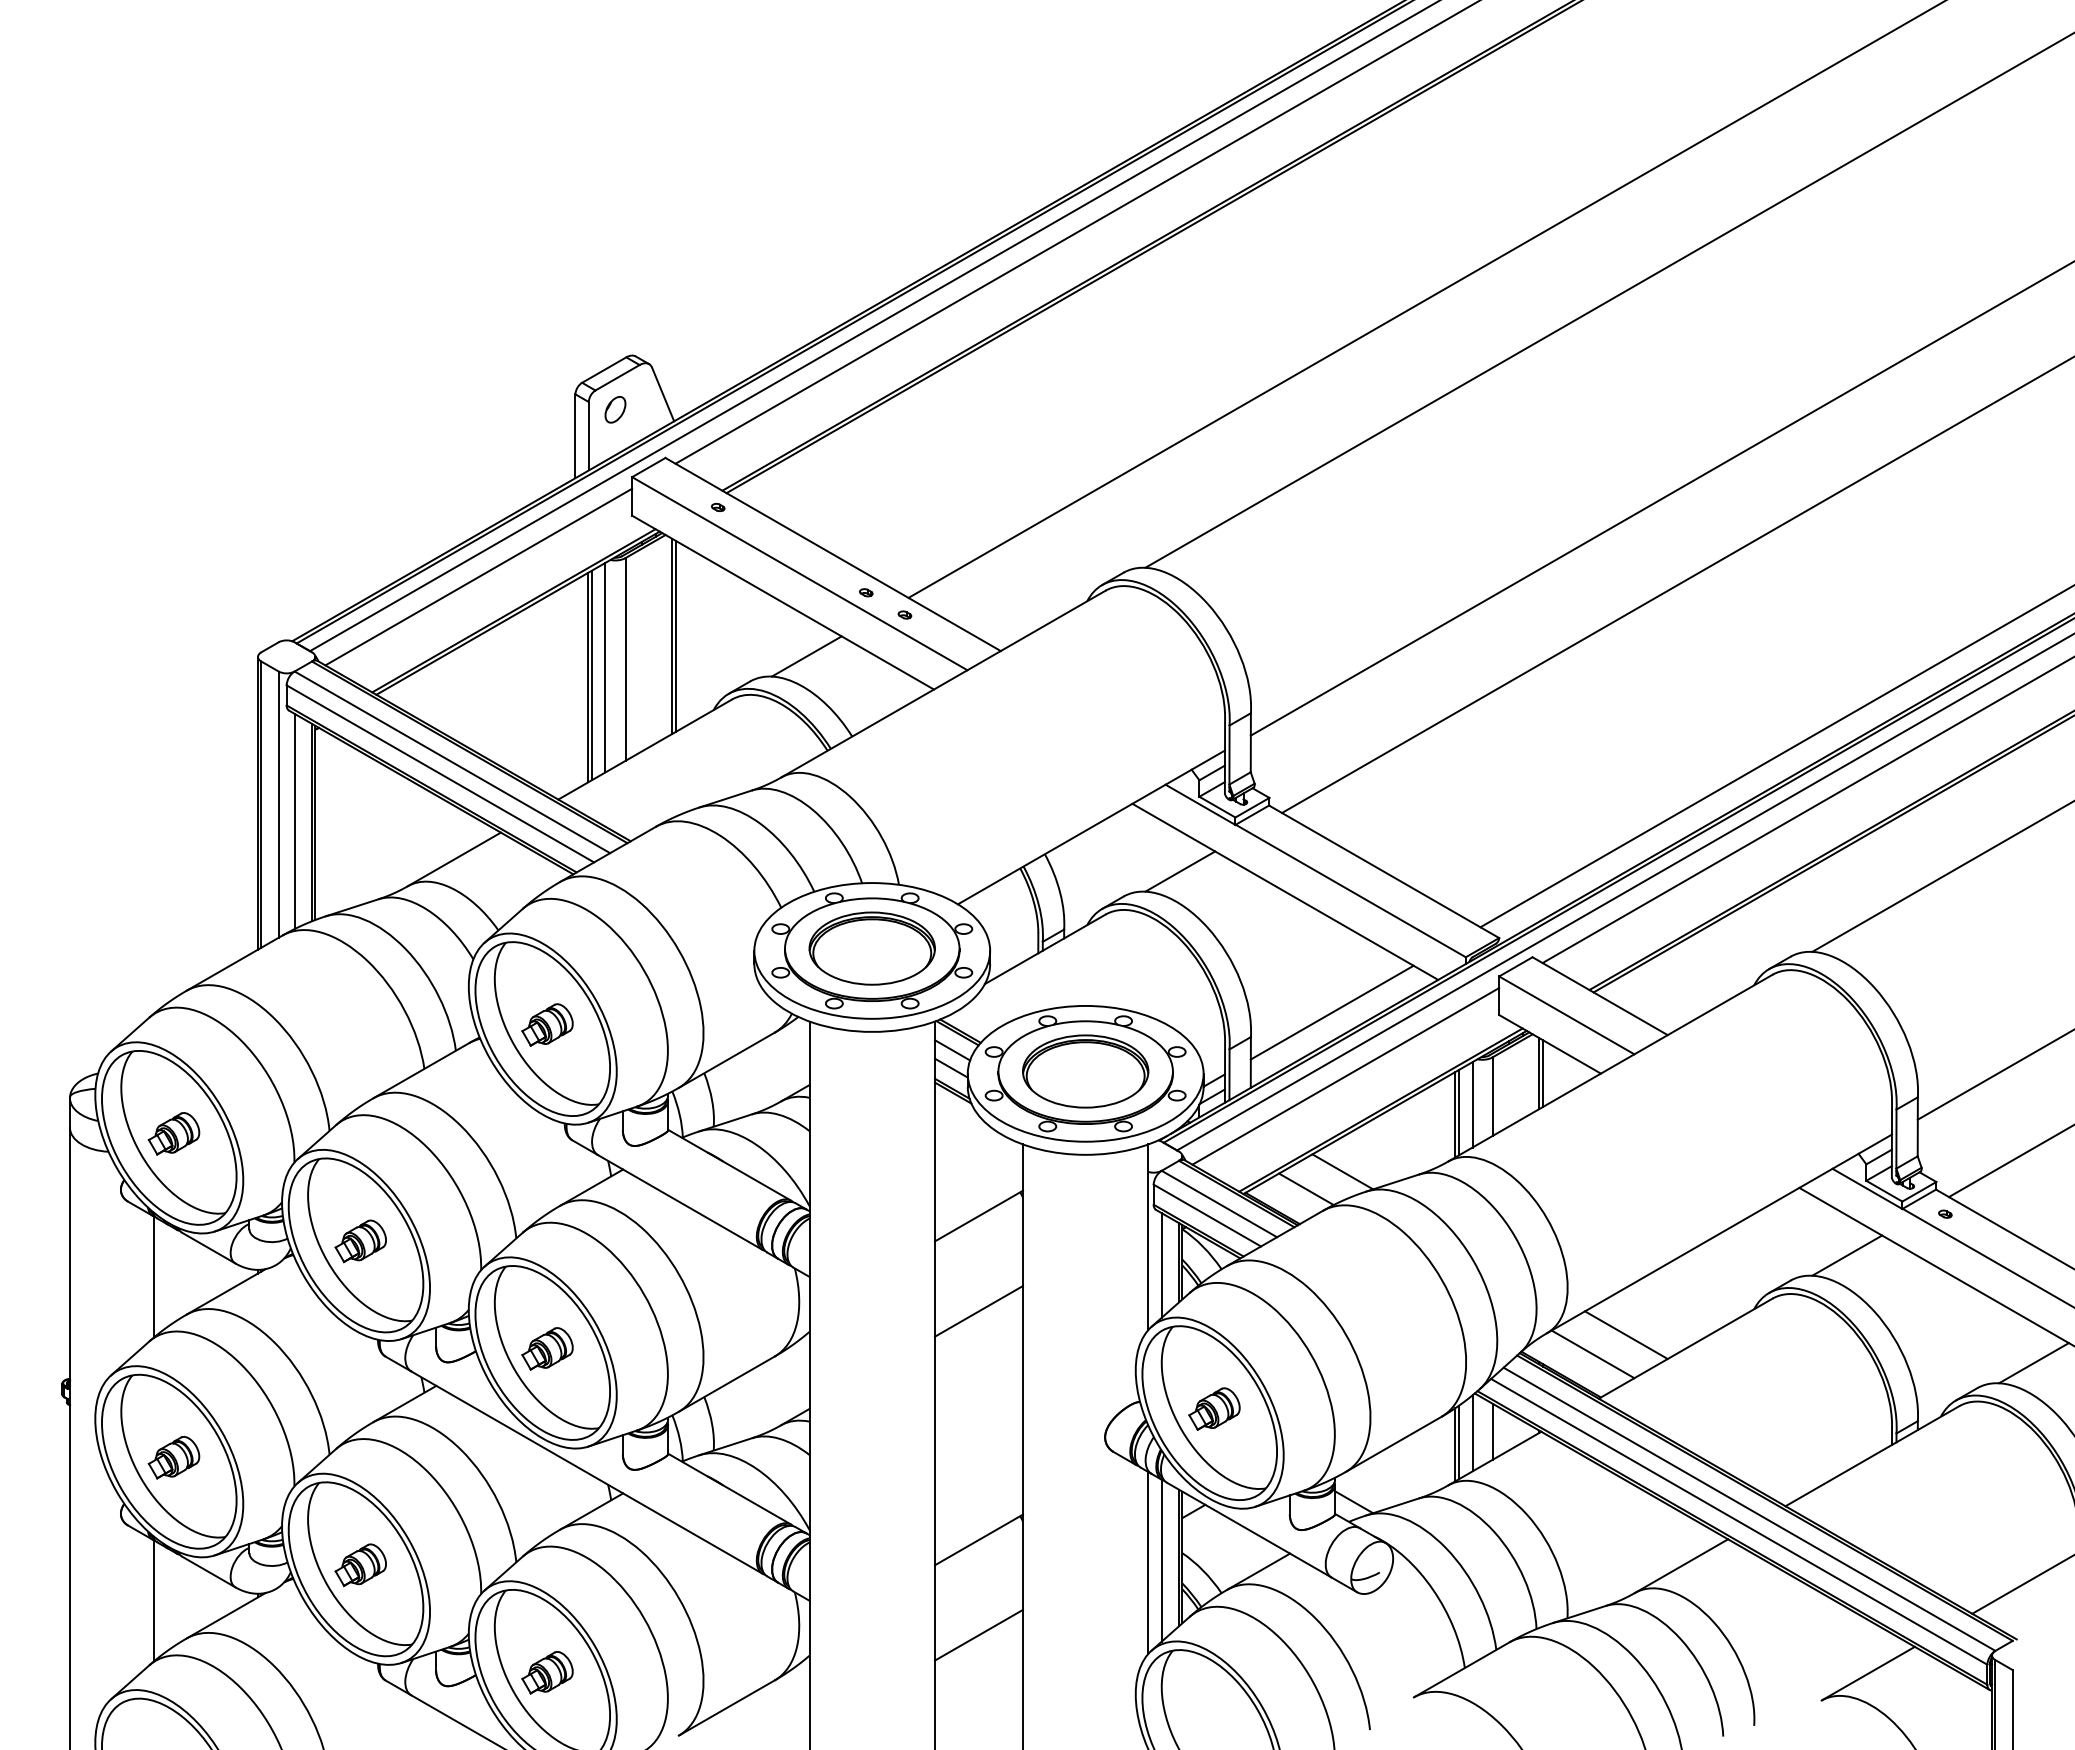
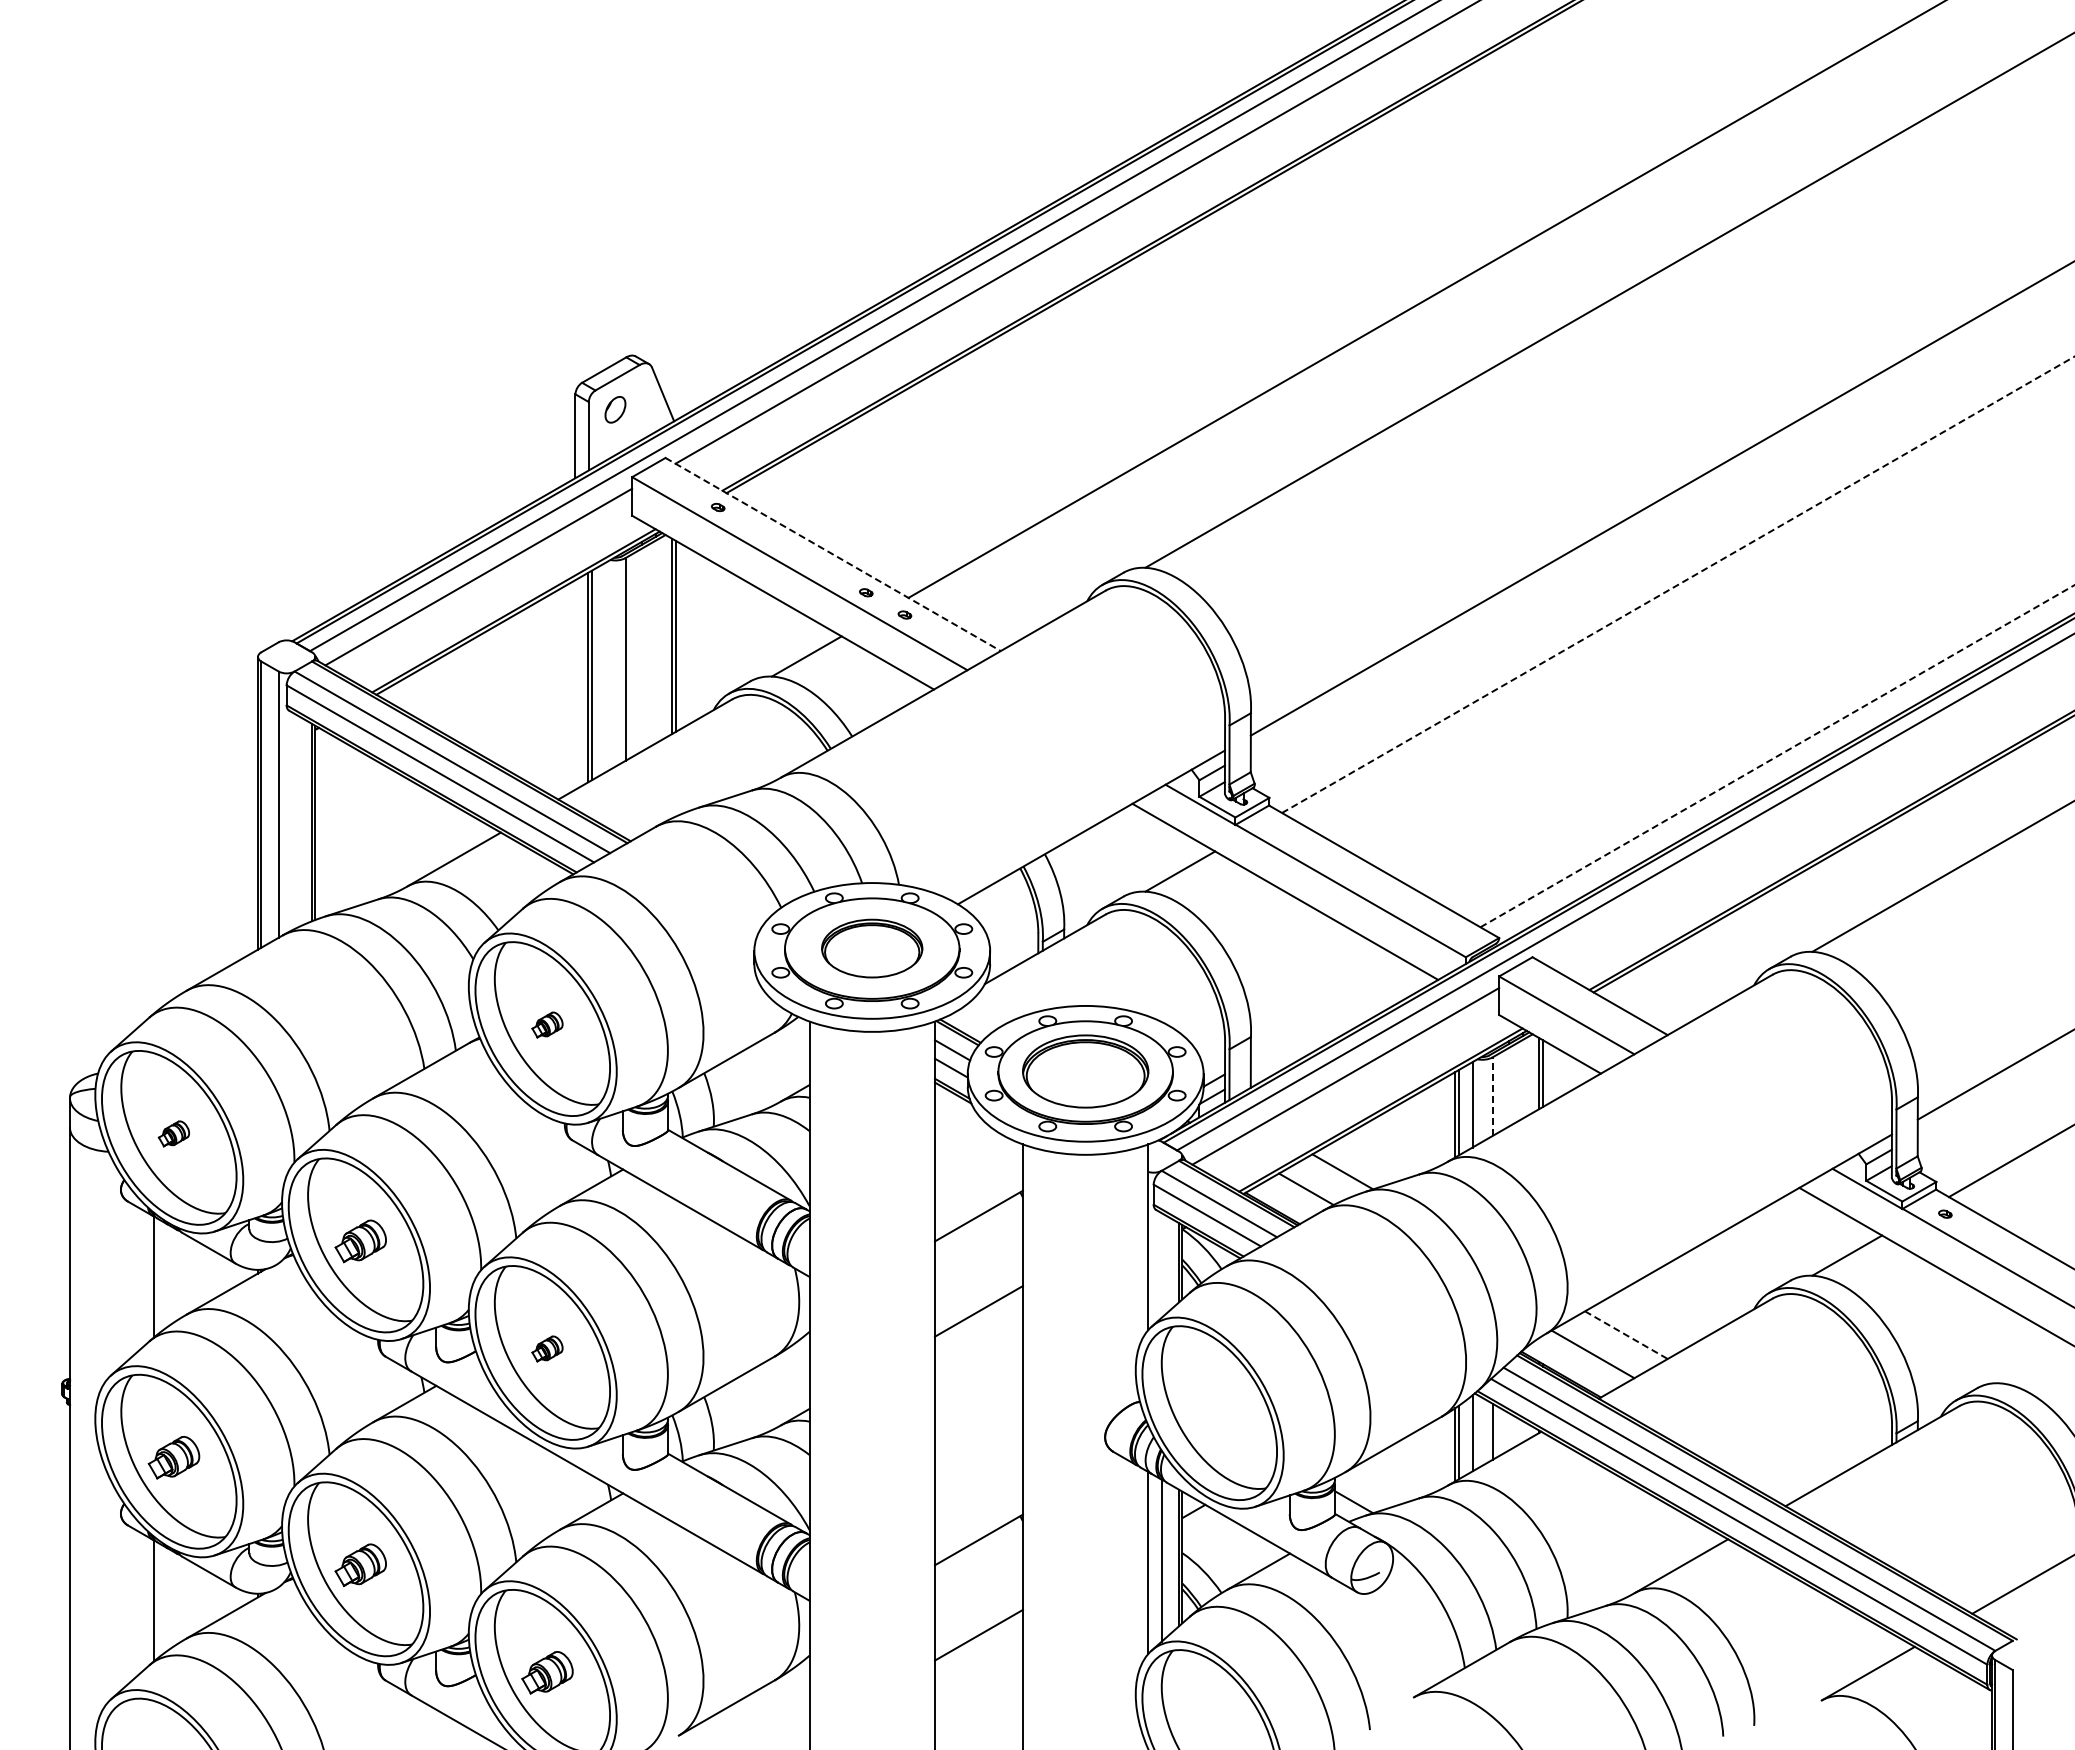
line at (833, 554): solid -> dashed
line at (1678, 584): solid -> dashed
line at (605, 667): present -> none
line at (1777, 756): solid -> dashed
line at (1806, 810): present -> none
line at (294, 821): present -> none
part at (871, 948) size: 128x75 px -> 103x61 px
line at (1331, 1012): present -> none
part at (547, 1024) size: 53x44 px -> 33x28 px
line at (1492, 1096): solid -> dashed
part at (173, 1133) size: 54x44 px -> 33x28 px
line at (1161, 1265): present -> none
line at (1626, 1335): solid -> dashed
part at (547, 1348) size: 53x44 px -> 33x28 px
line at (2033, 1363): present -> none
part at (1214, 1408): present -> none
